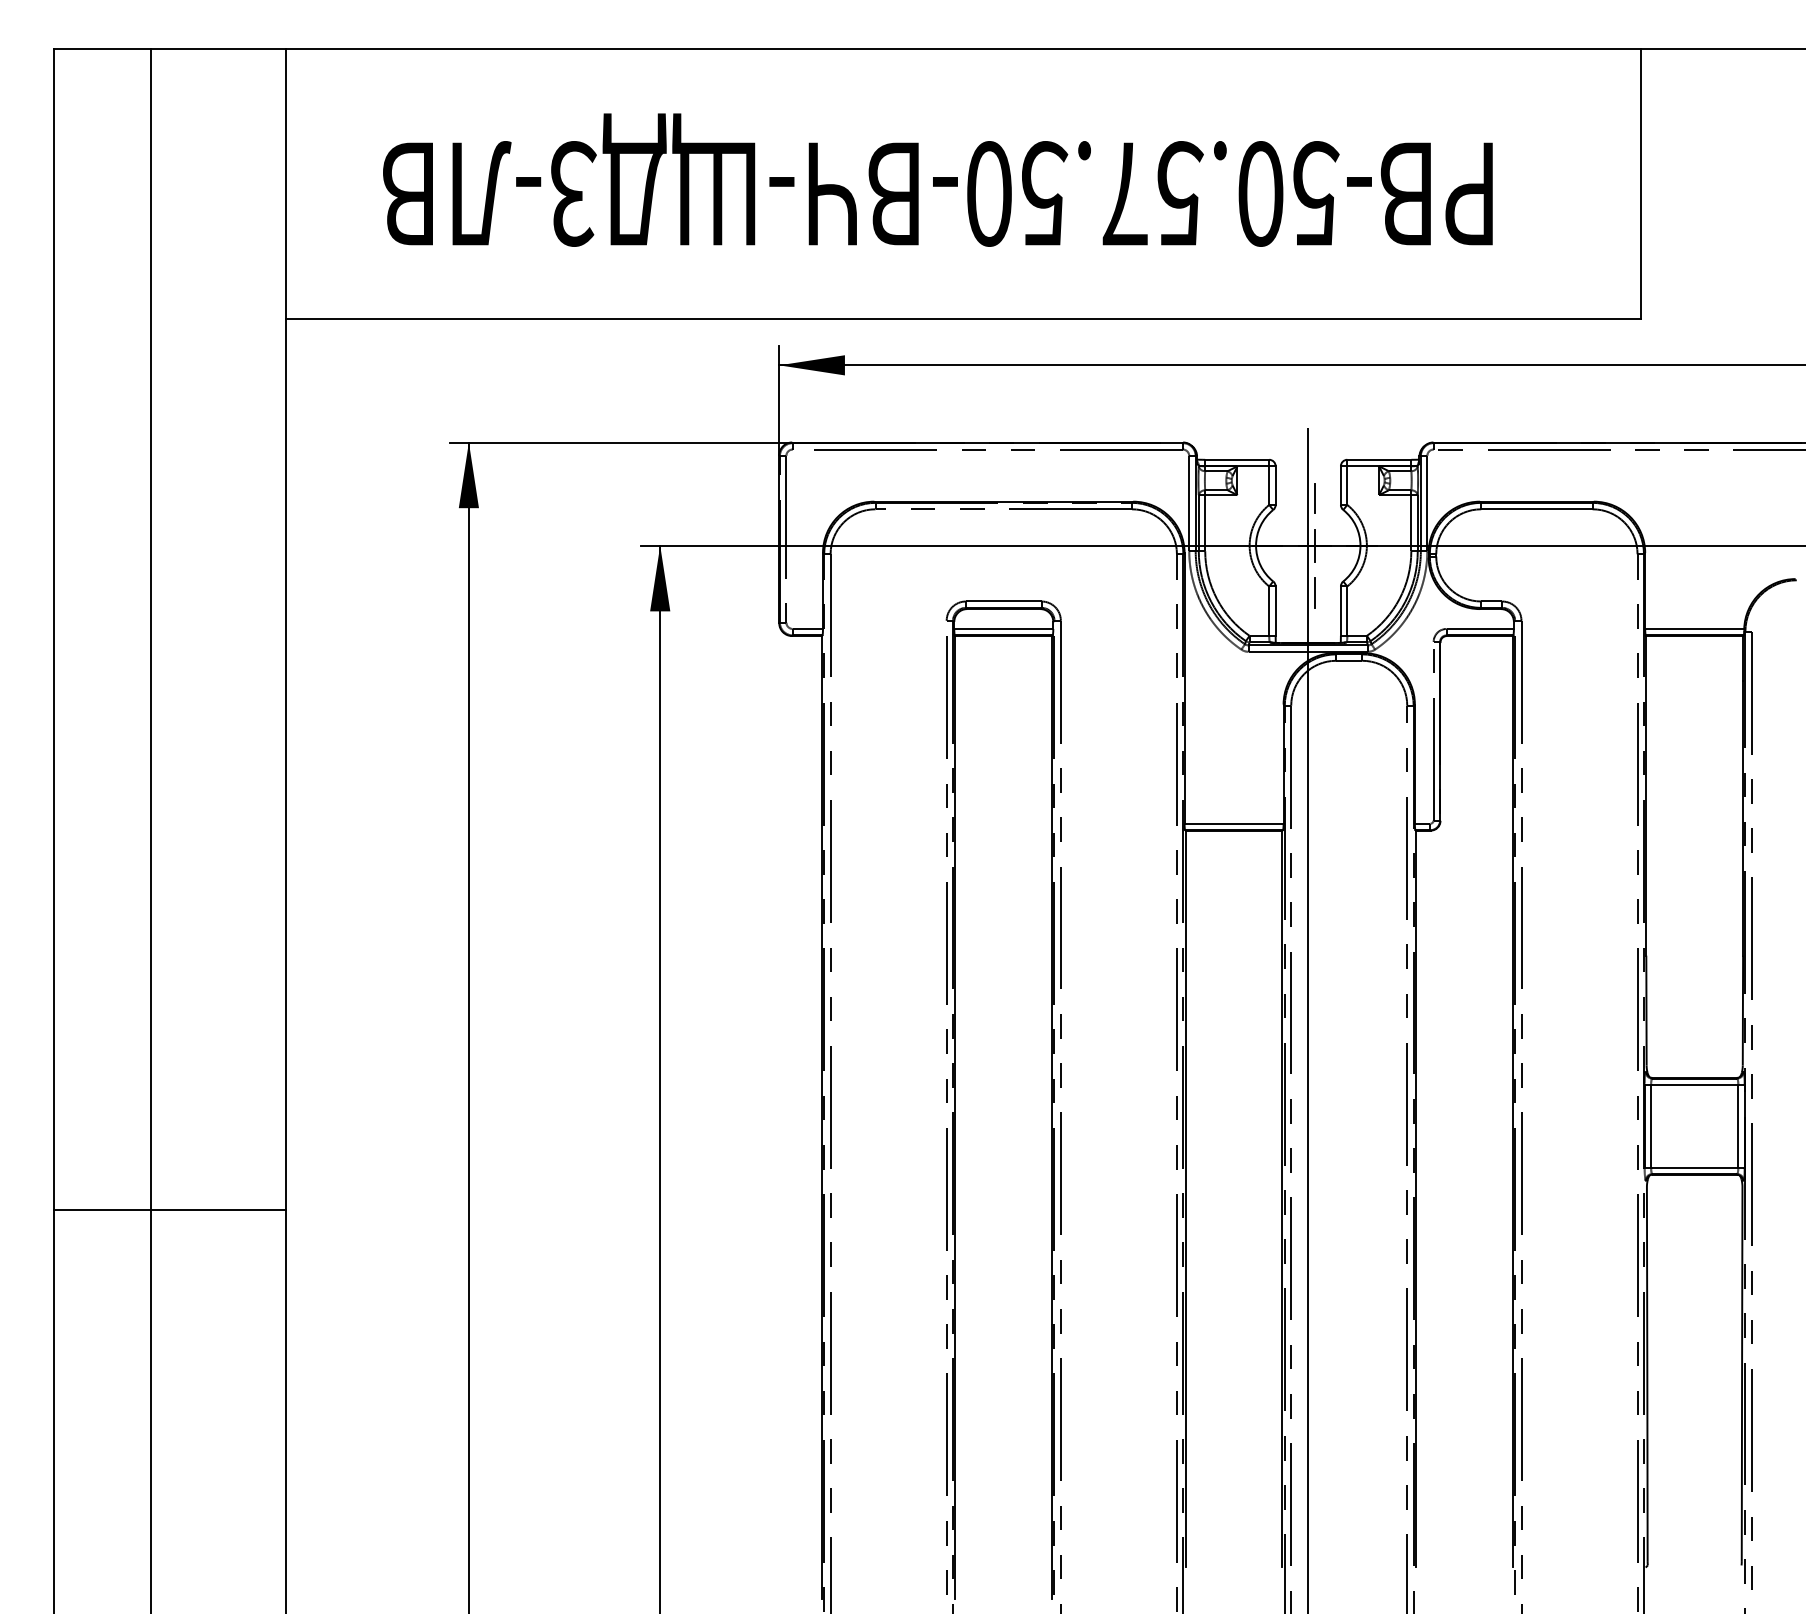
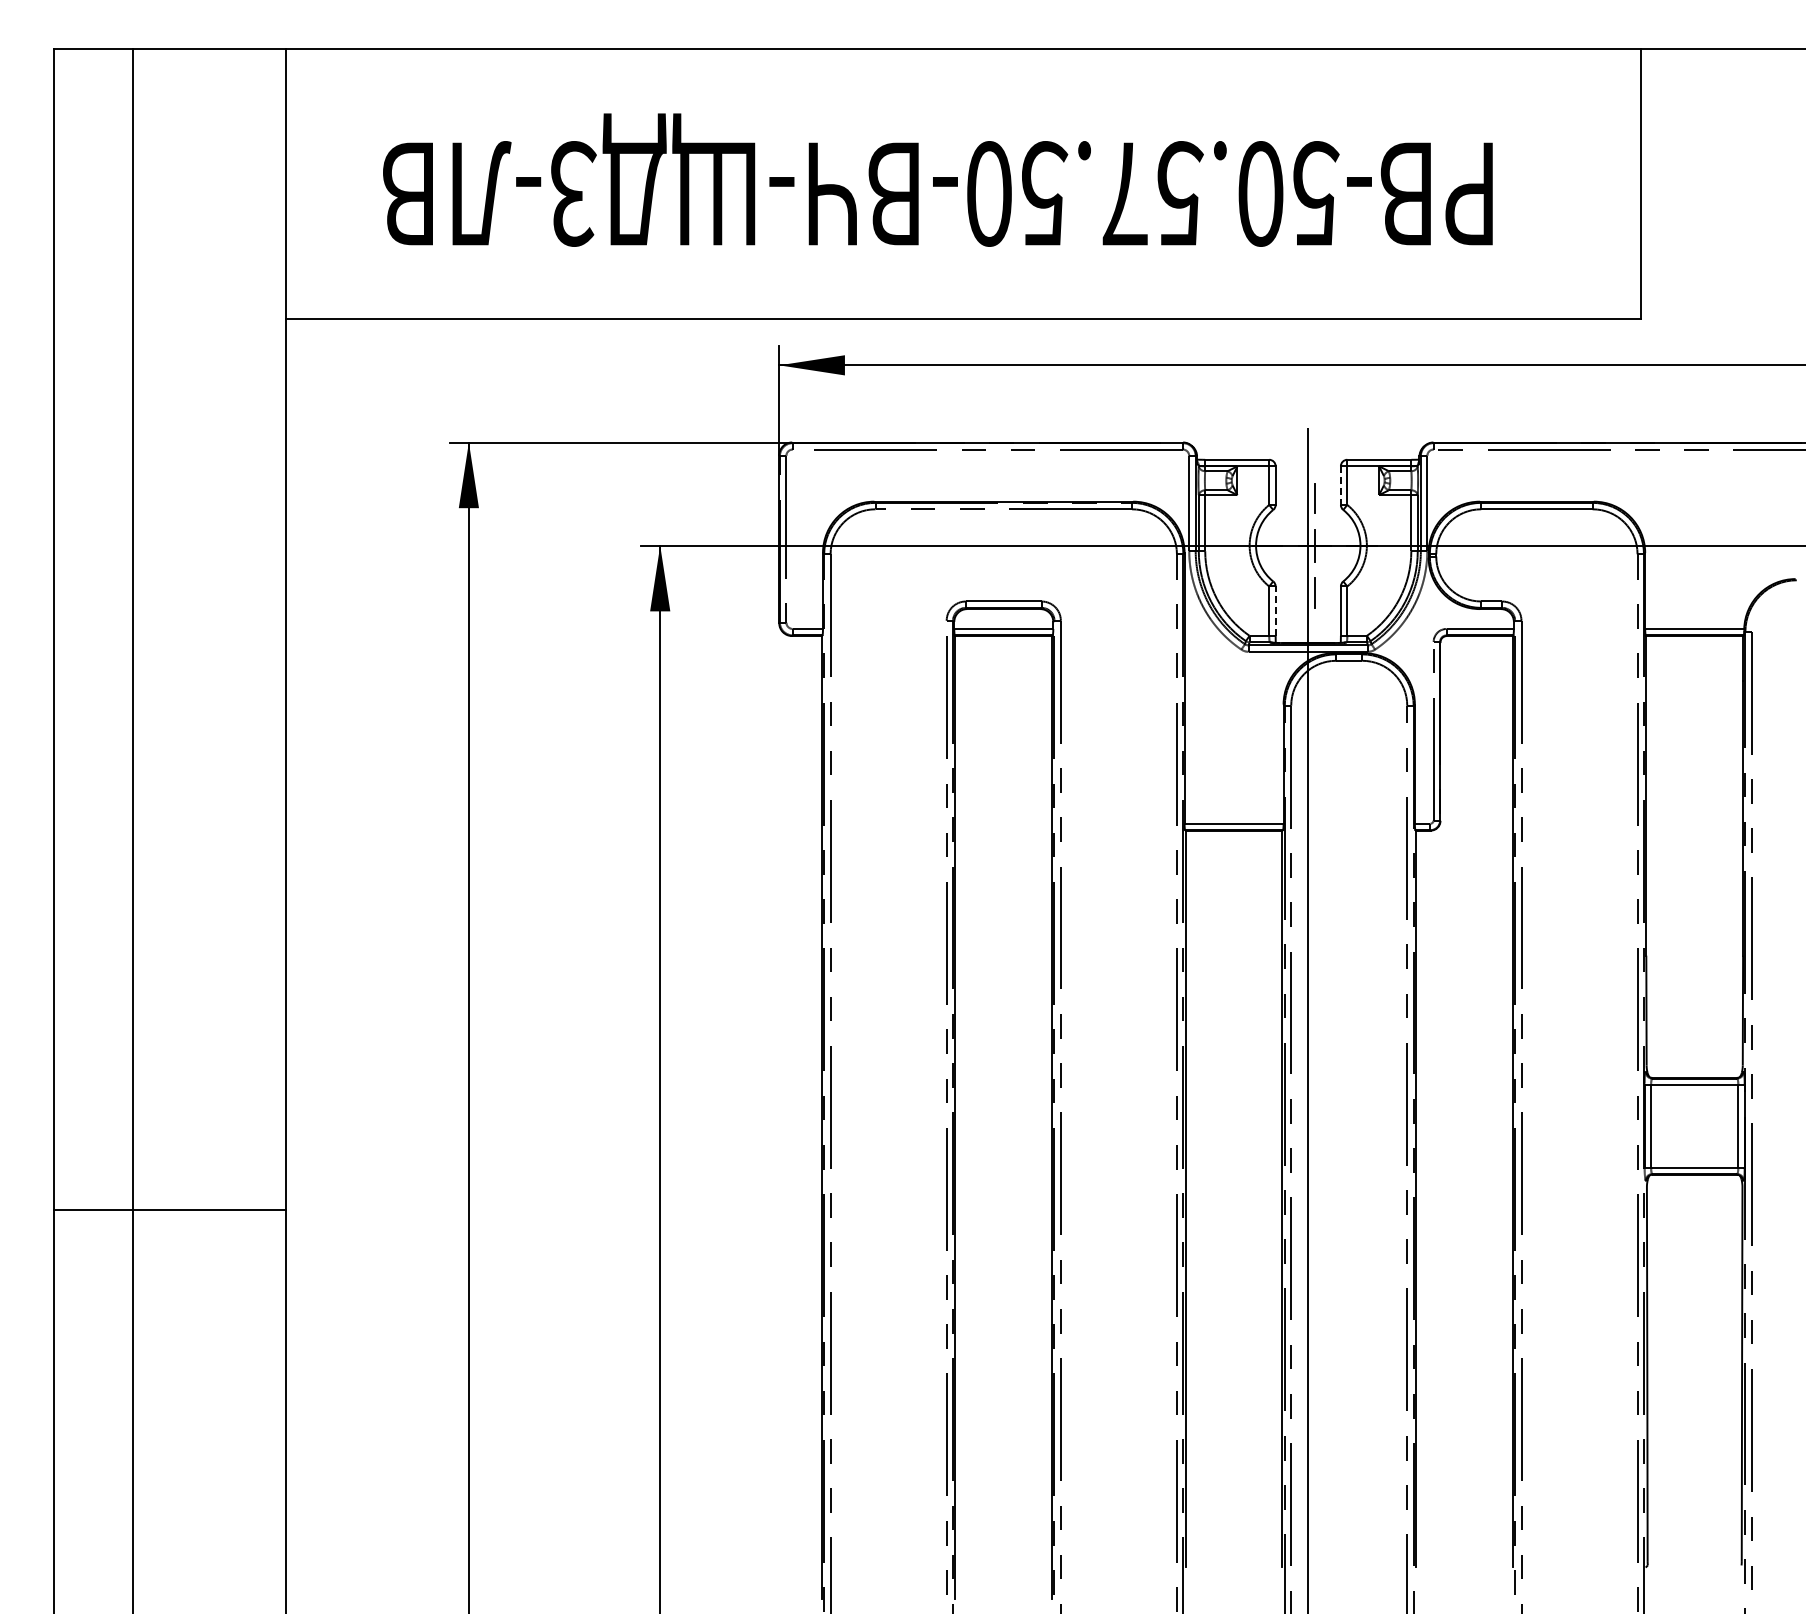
line at (1340, 486): solid -> dashed
line at (1275, 611): solid -> dashed
line at (150, 829) position: (150, 829) -> (132, 829)
